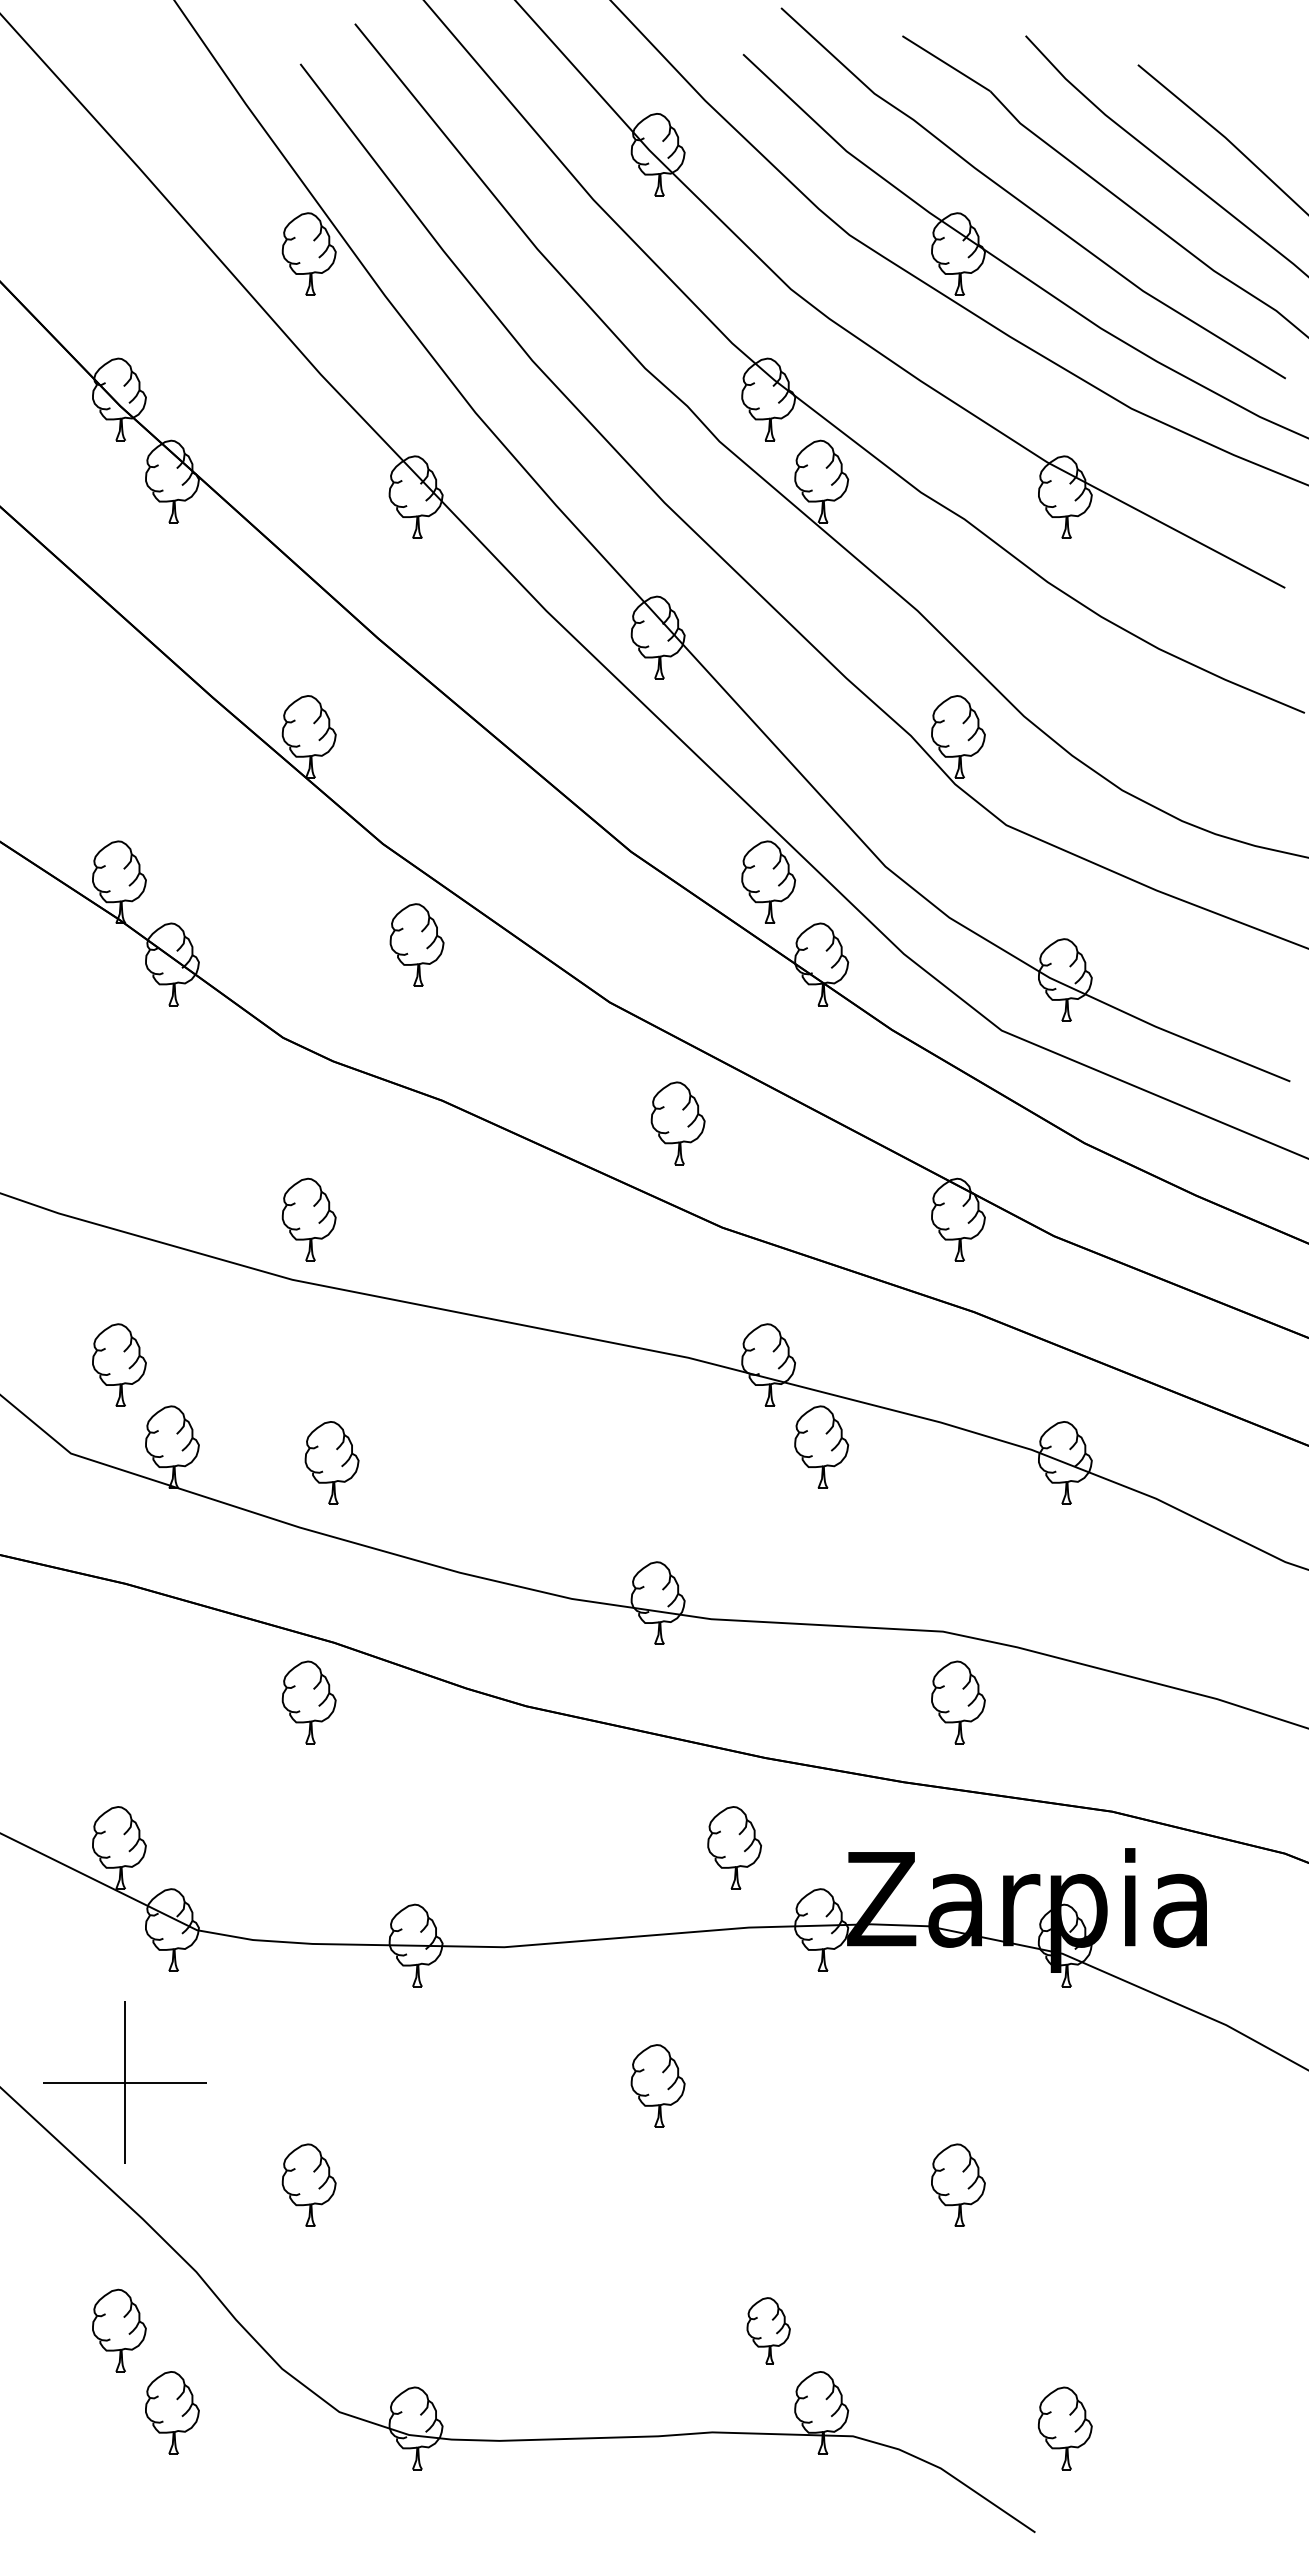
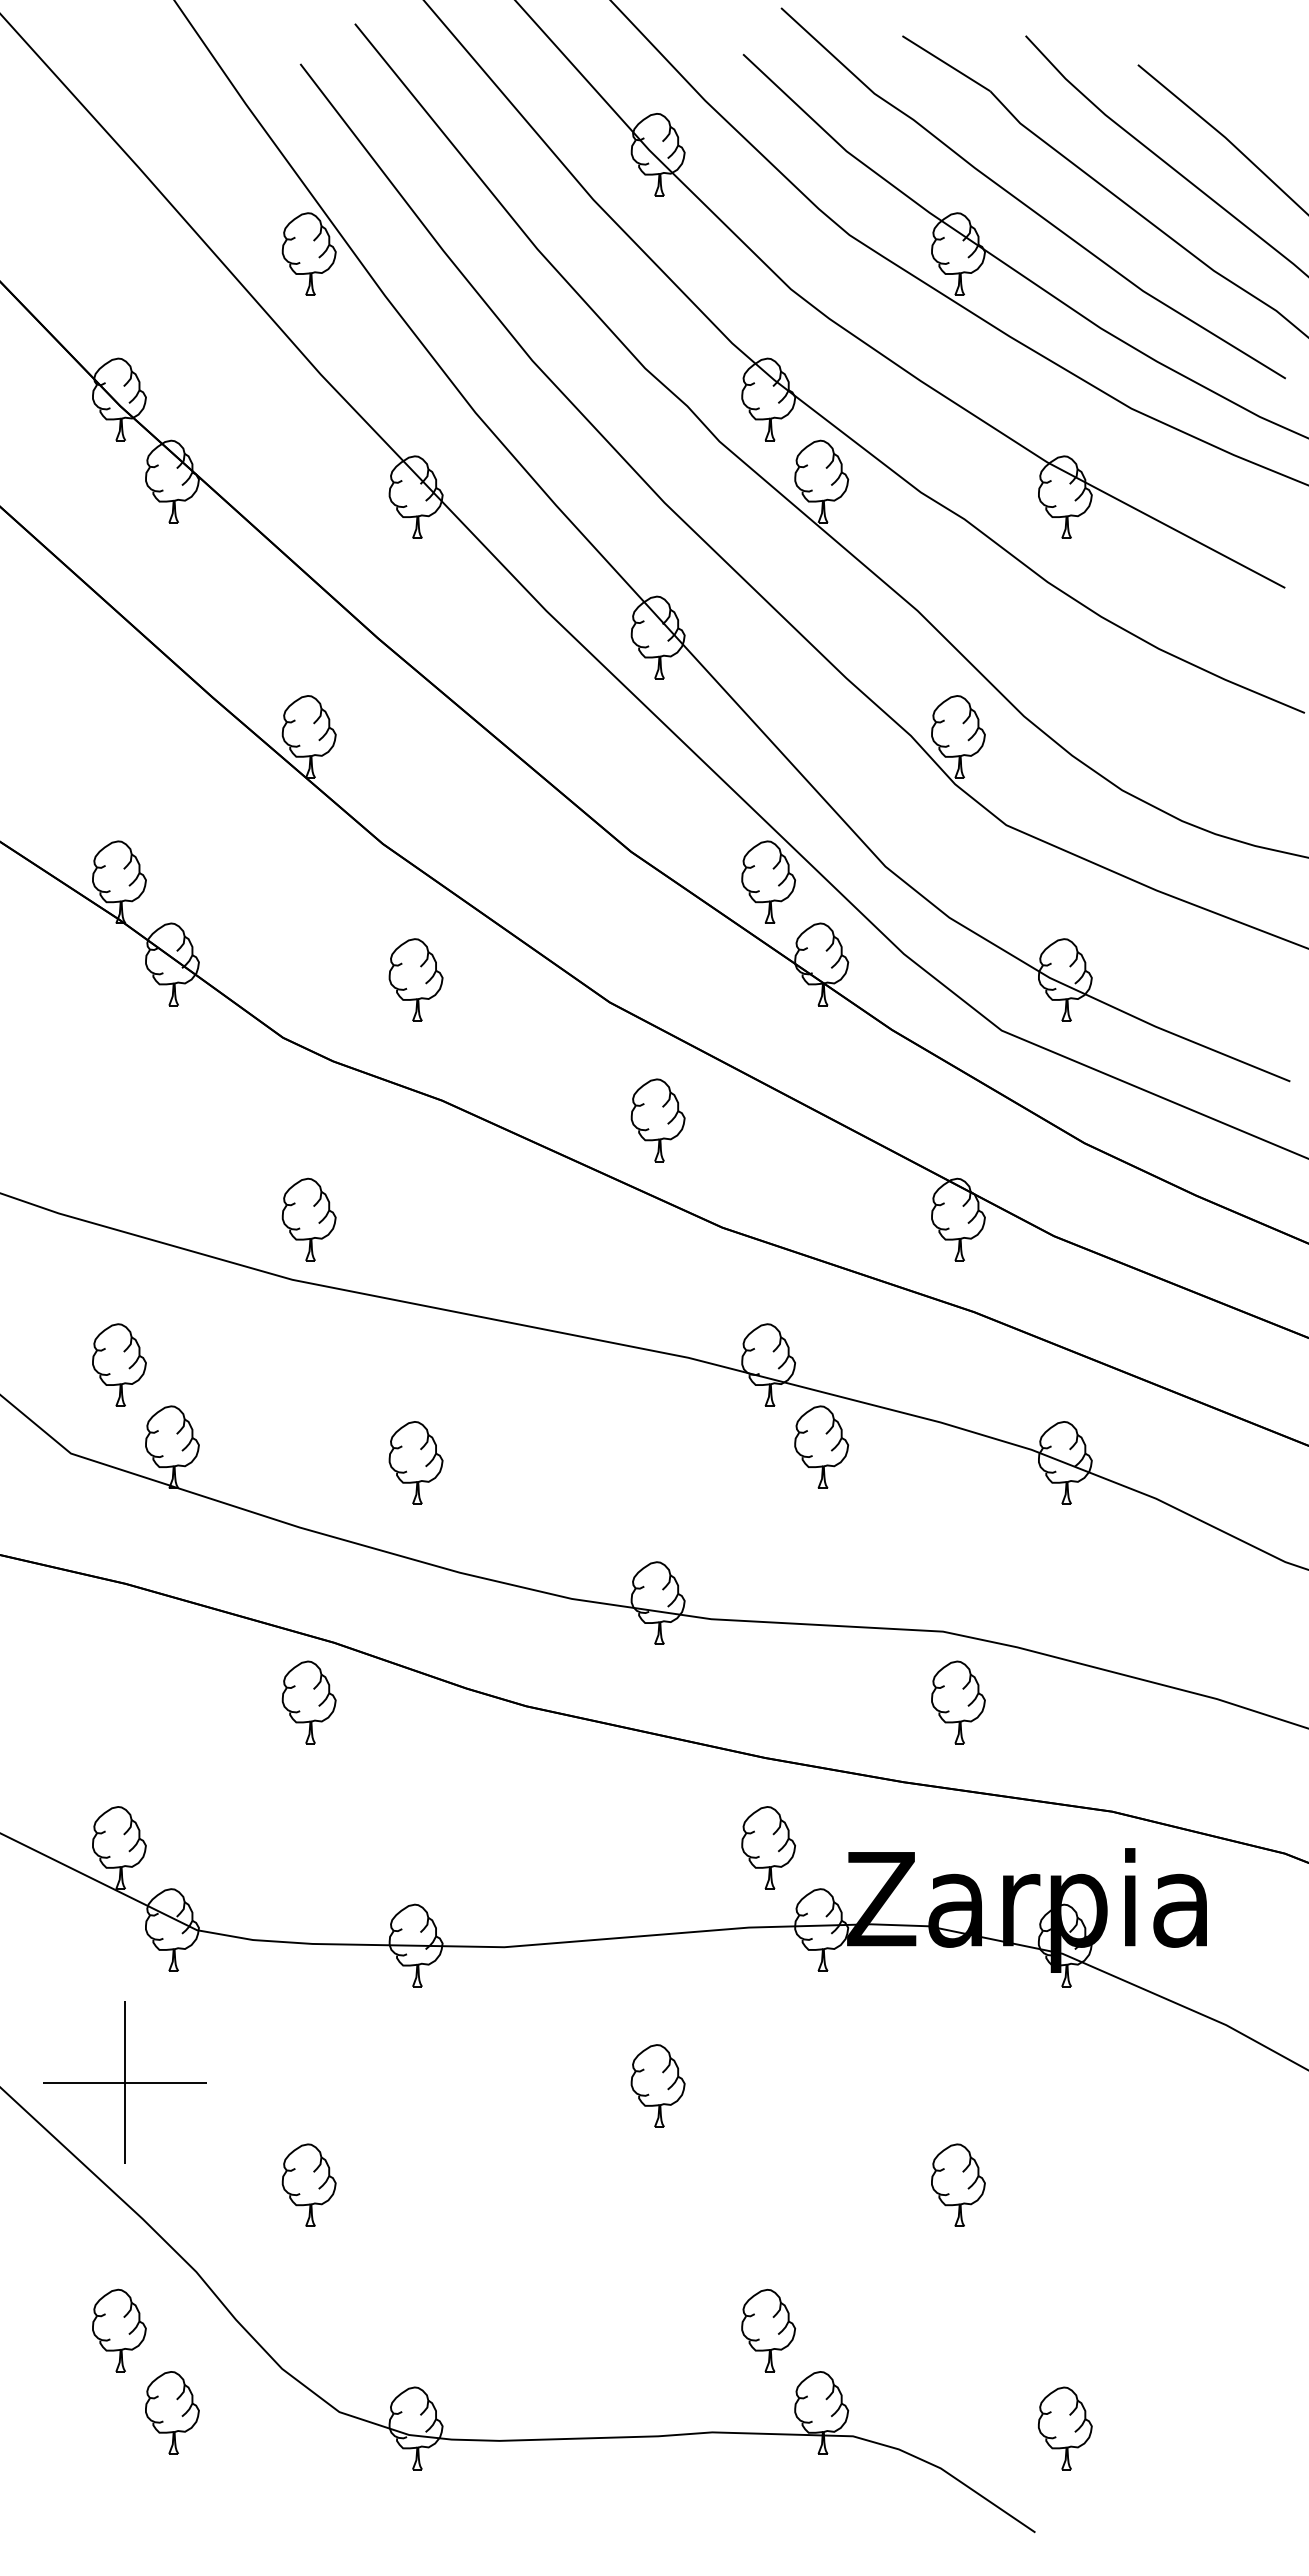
part at (416, 944) position: (416, 944) -> (415, 979)
part at (677, 1123) position: (677, 1123) -> (657, 1120)
part at (331, 1462) position: (331, 1462) -> (415, 1462)
part at (734, 1847) position: (734, 1847) -> (768, 1847)
part at (768, 2330) size: 45x68 px -> 56x84 px
